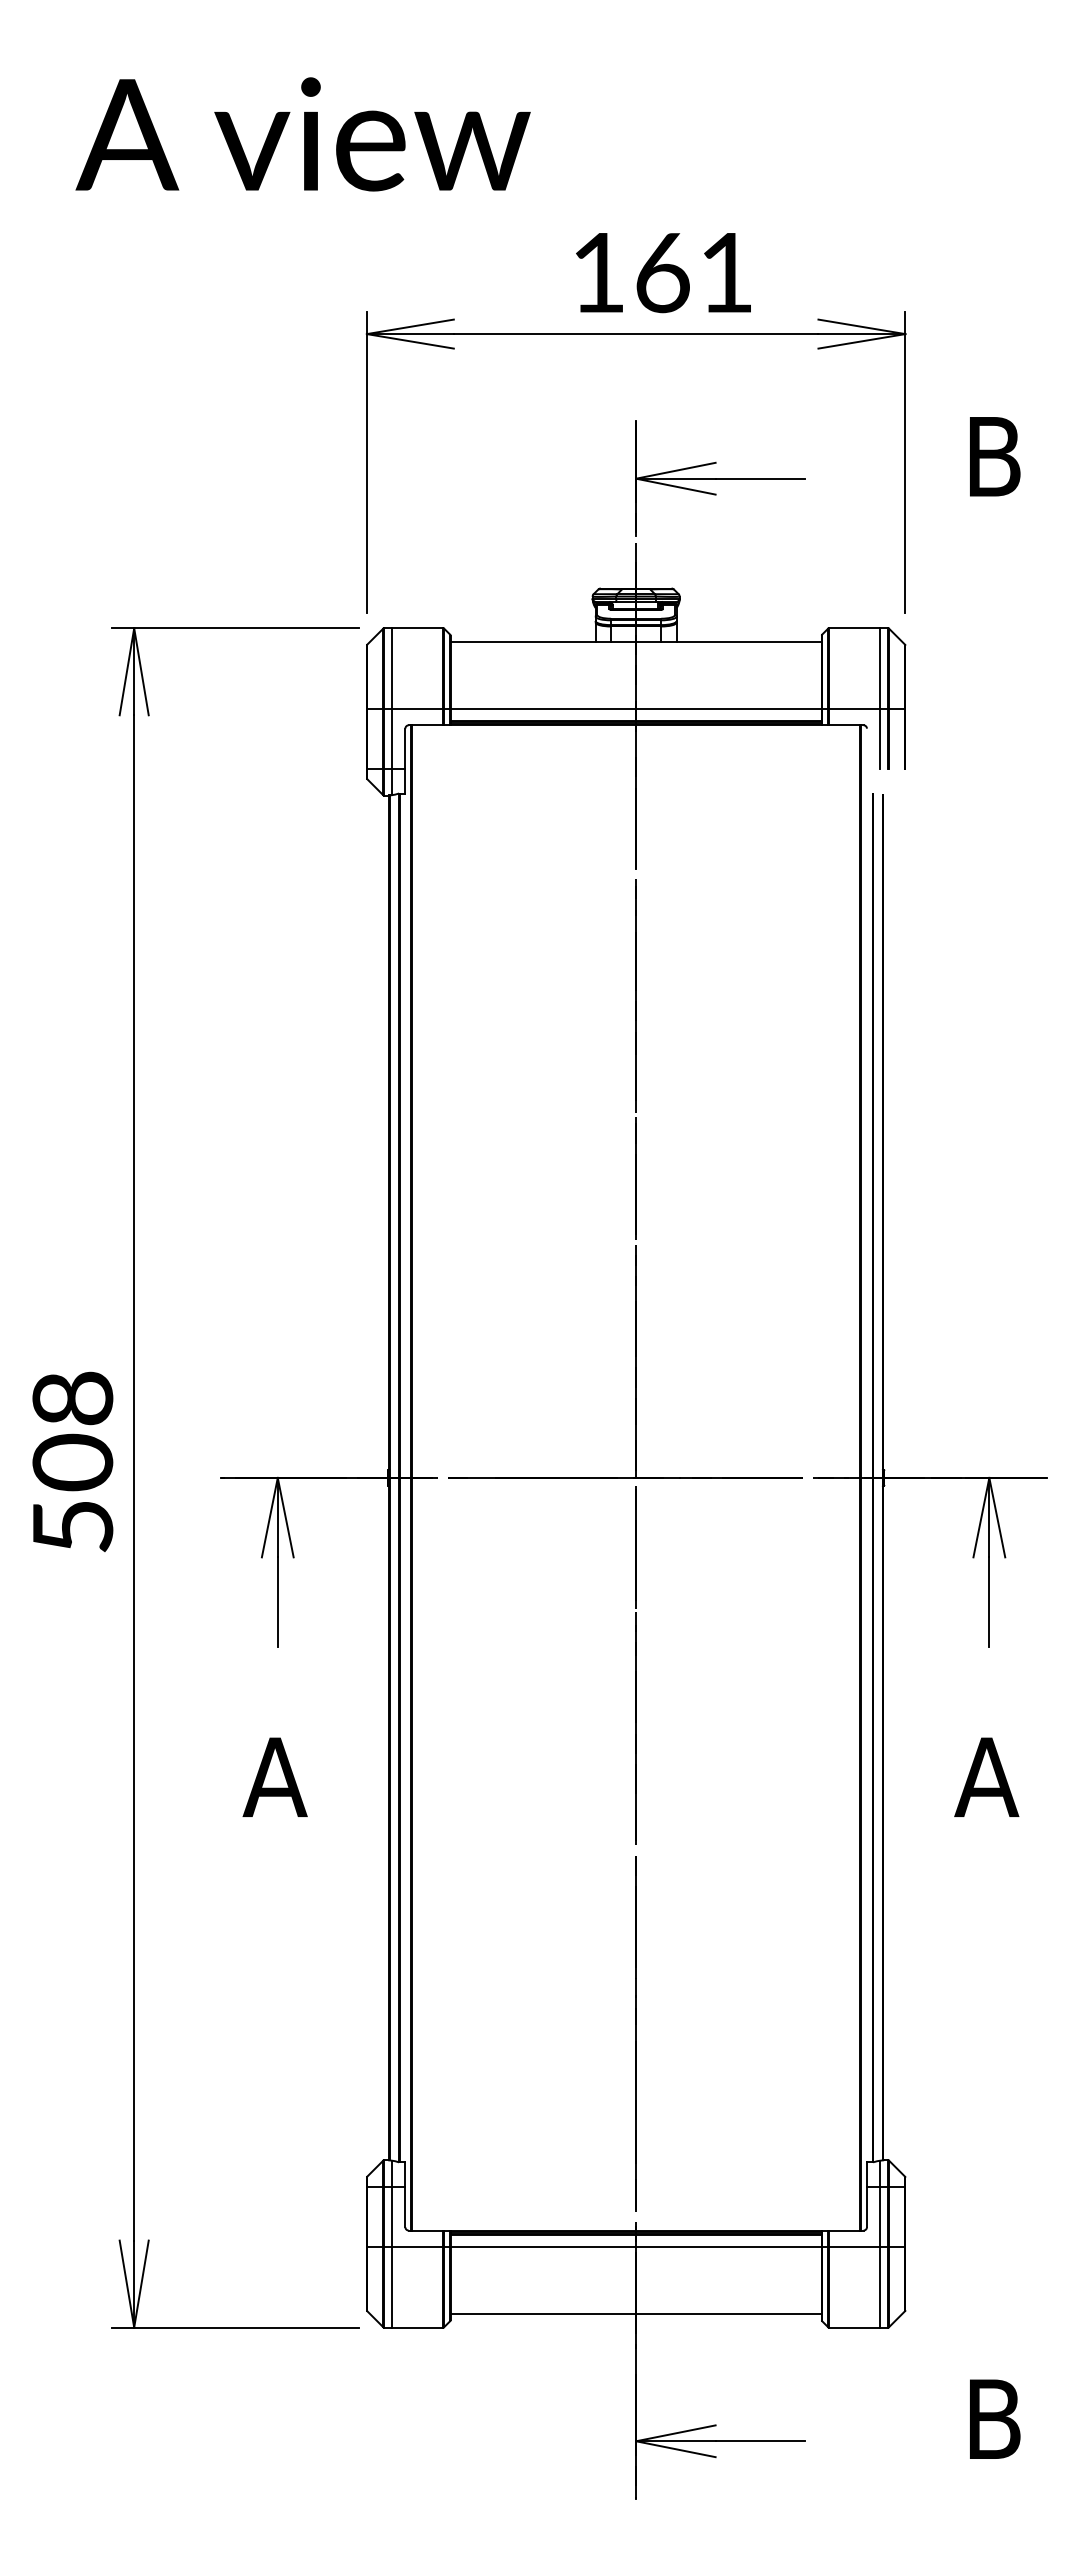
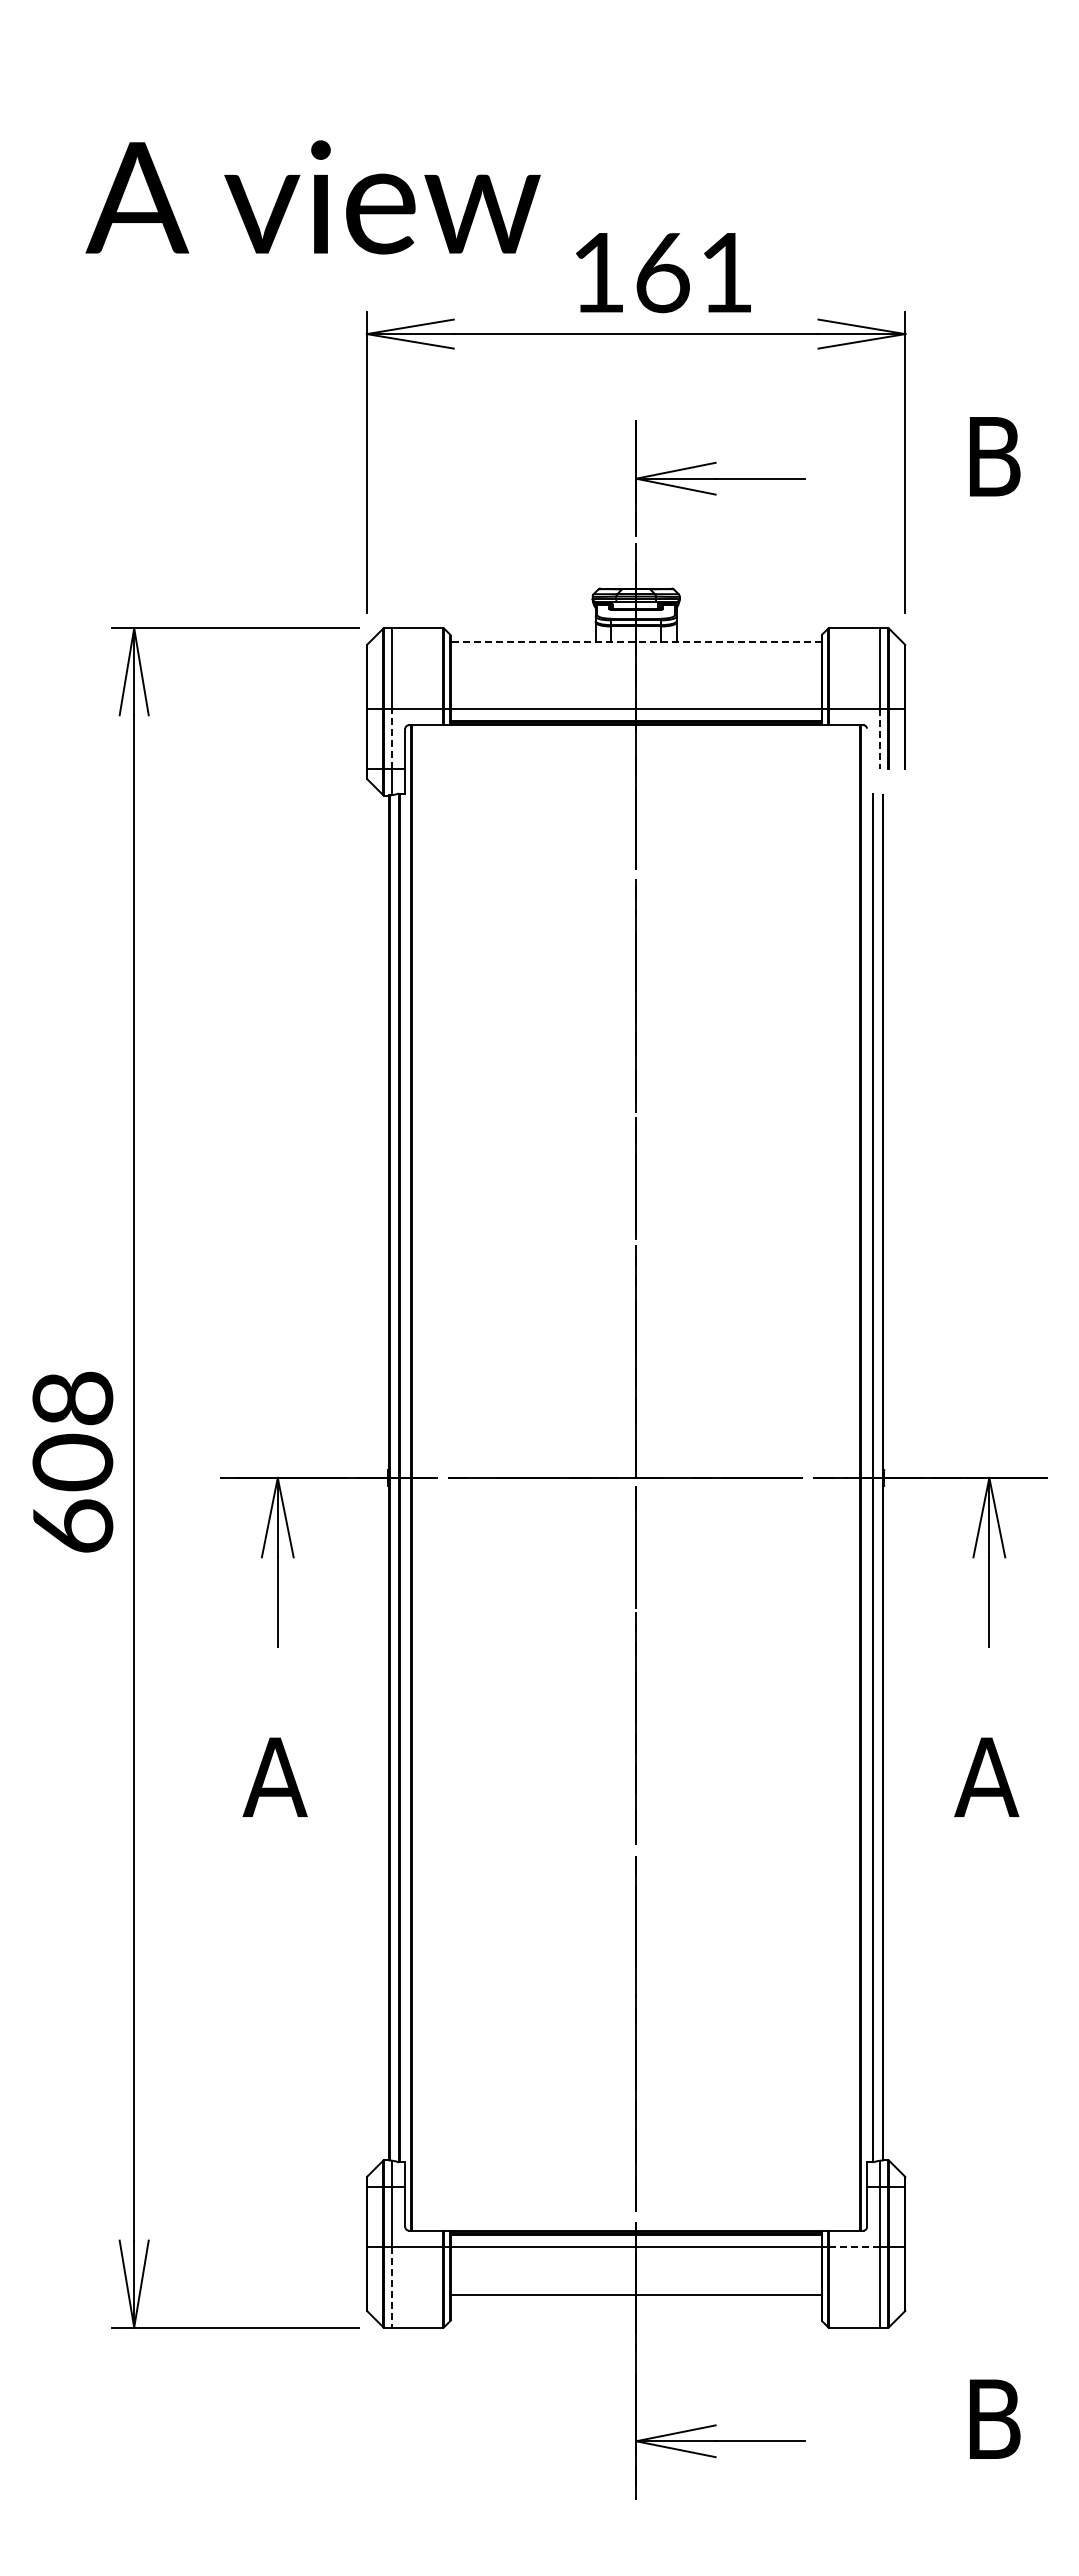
text at (302, 134) position: (302, 134) -> (312, 197)
line at (636, 641): solid -> dashed
line at (391, 738): solid -> dashed
line at (880, 739): solid -> dashed
text at (73, 1525): 508 -> 608
line at (854, 2247): solid -> dashed
line at (391, 2287): solid -> dashed
line at (635, 2314) position: (635, 2314) -> (635, 2295)
